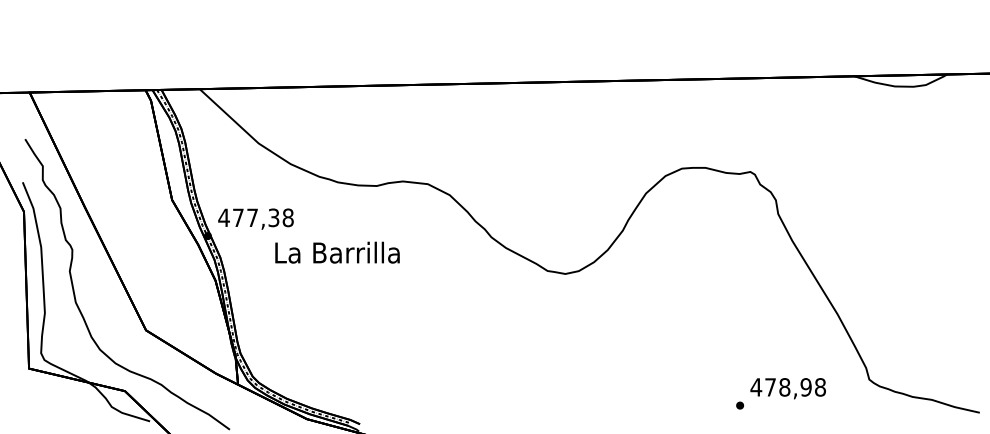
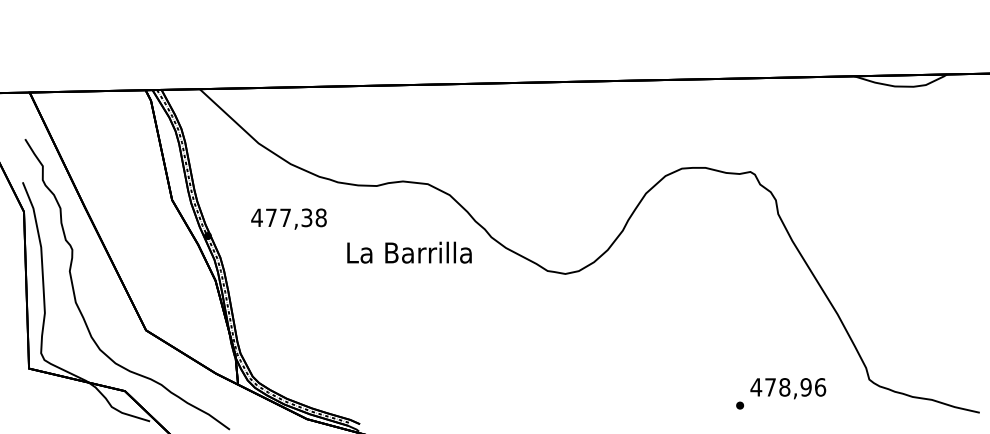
text at (255, 218) position: (255, 218) -> (288, 218)
text at (337, 252) position: (337, 252) -> (409, 252)
text at (820, 387): 478,98 -> 478,96
